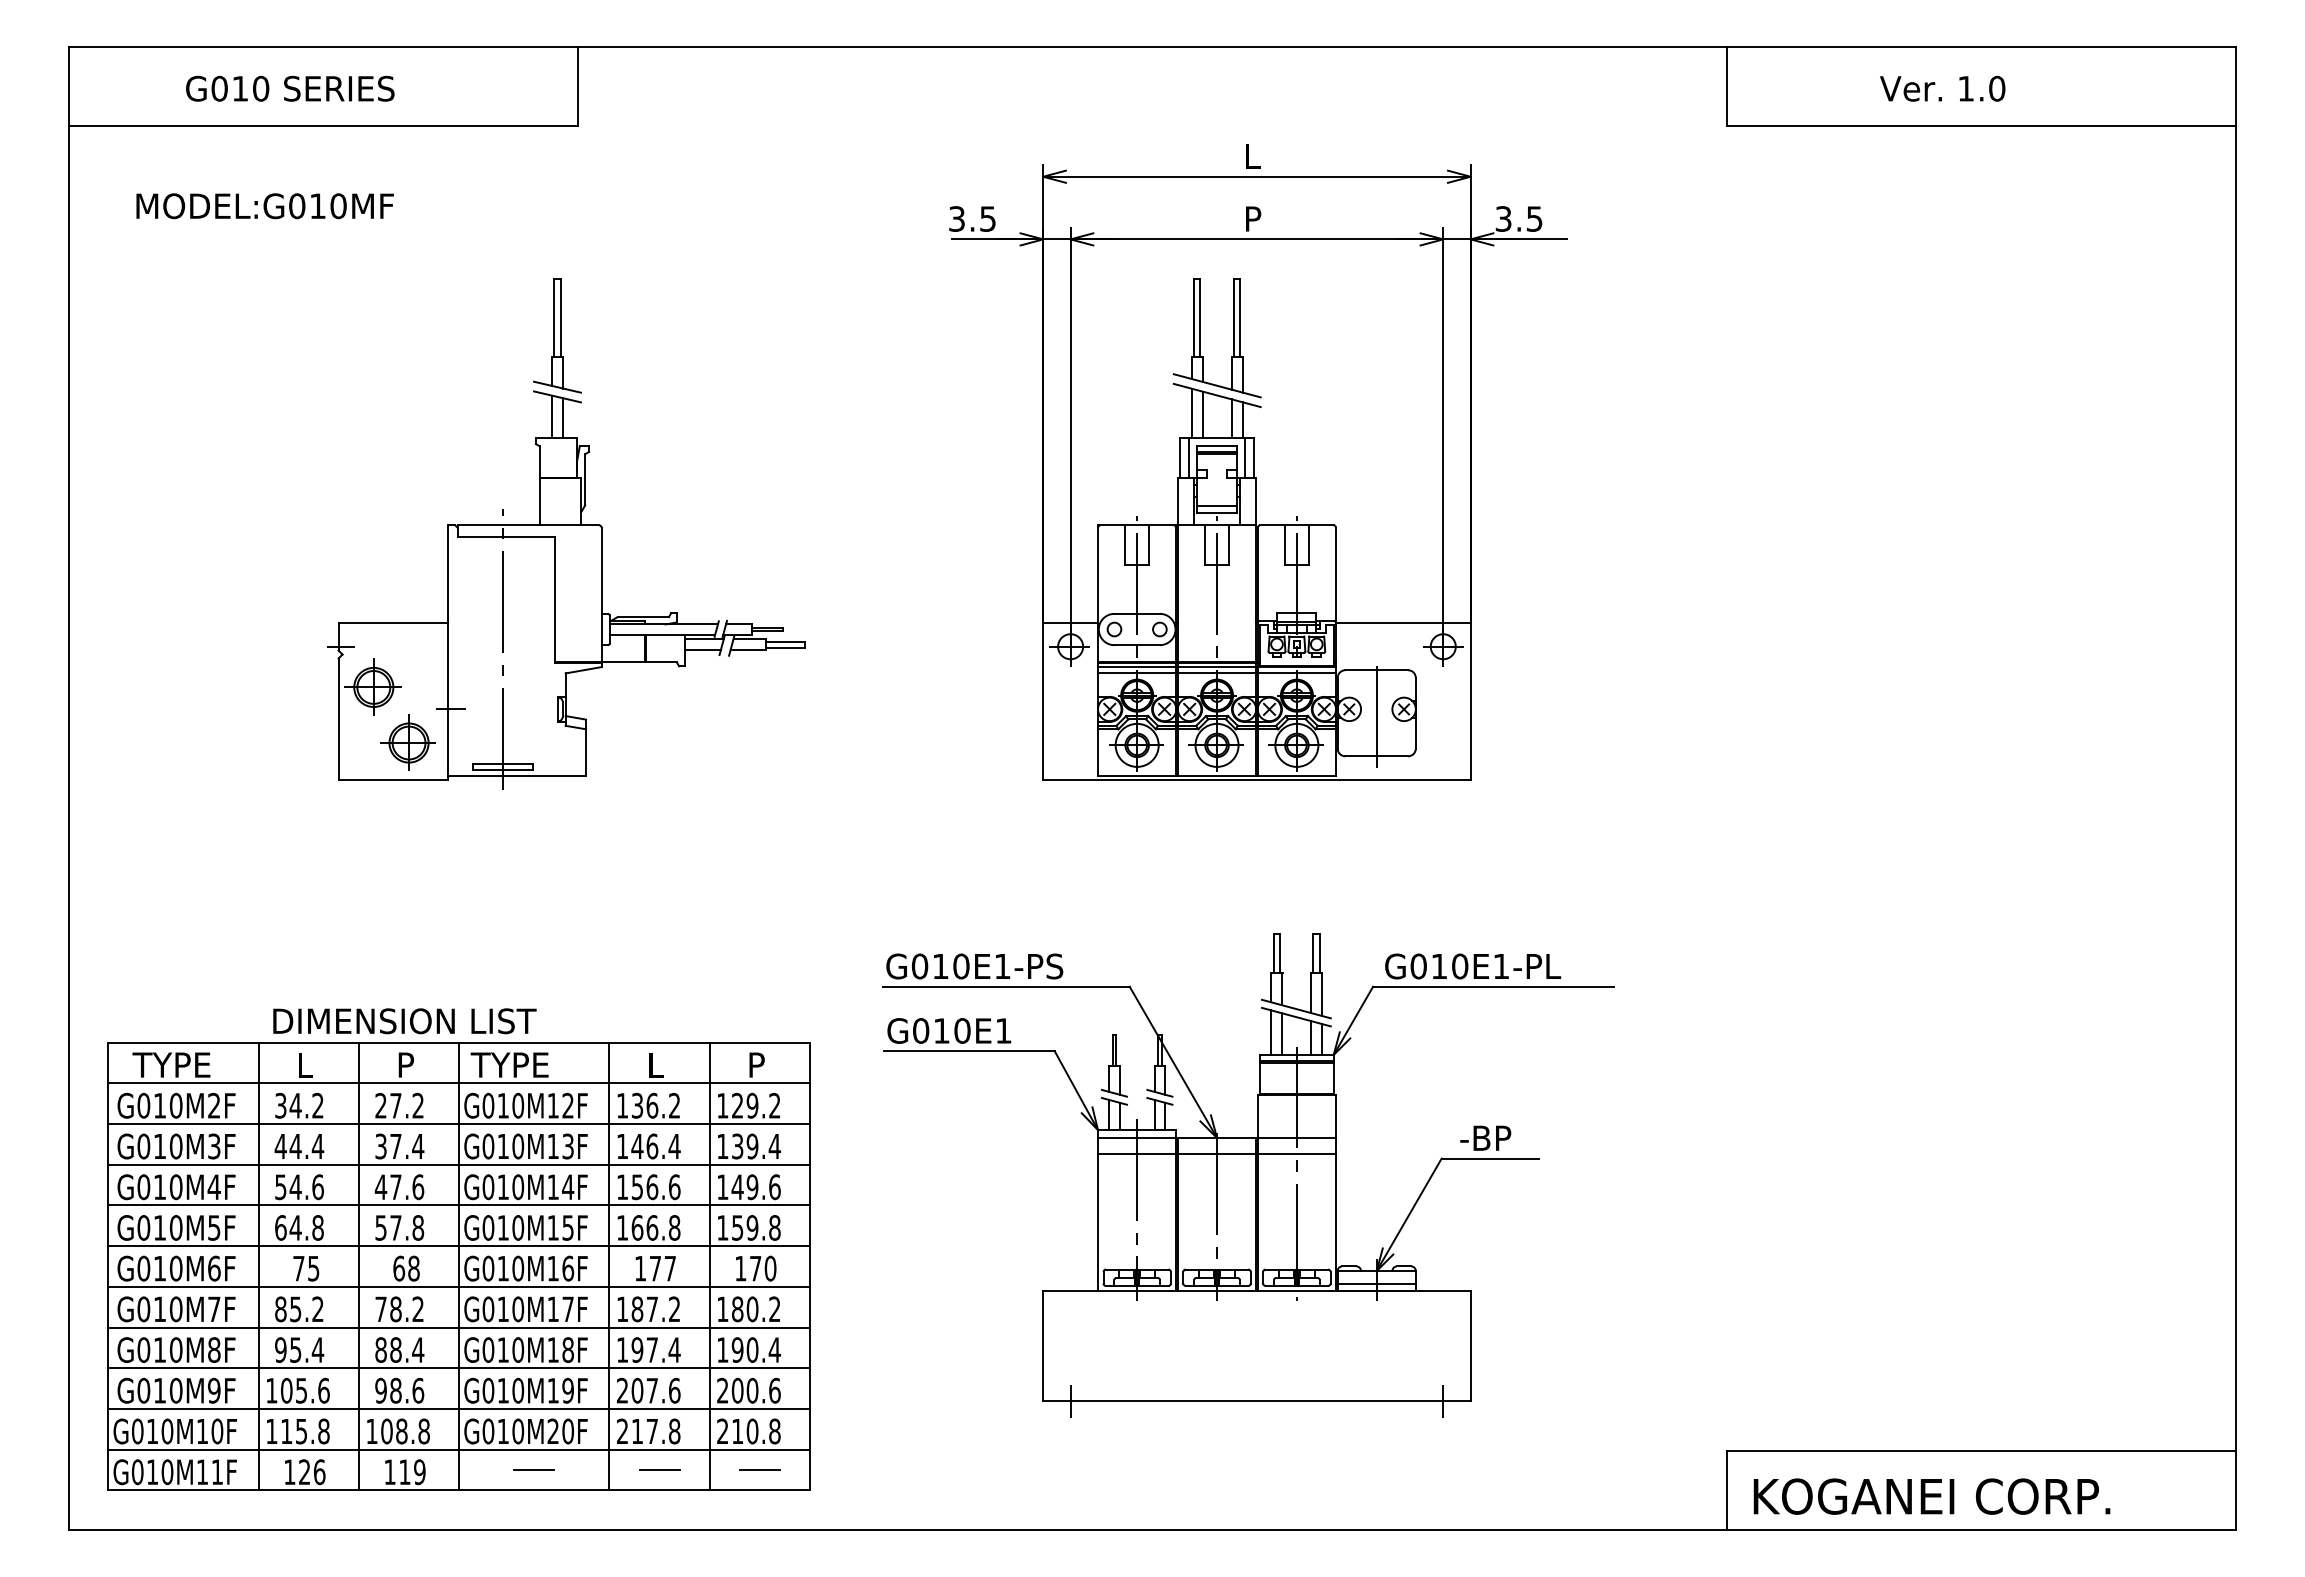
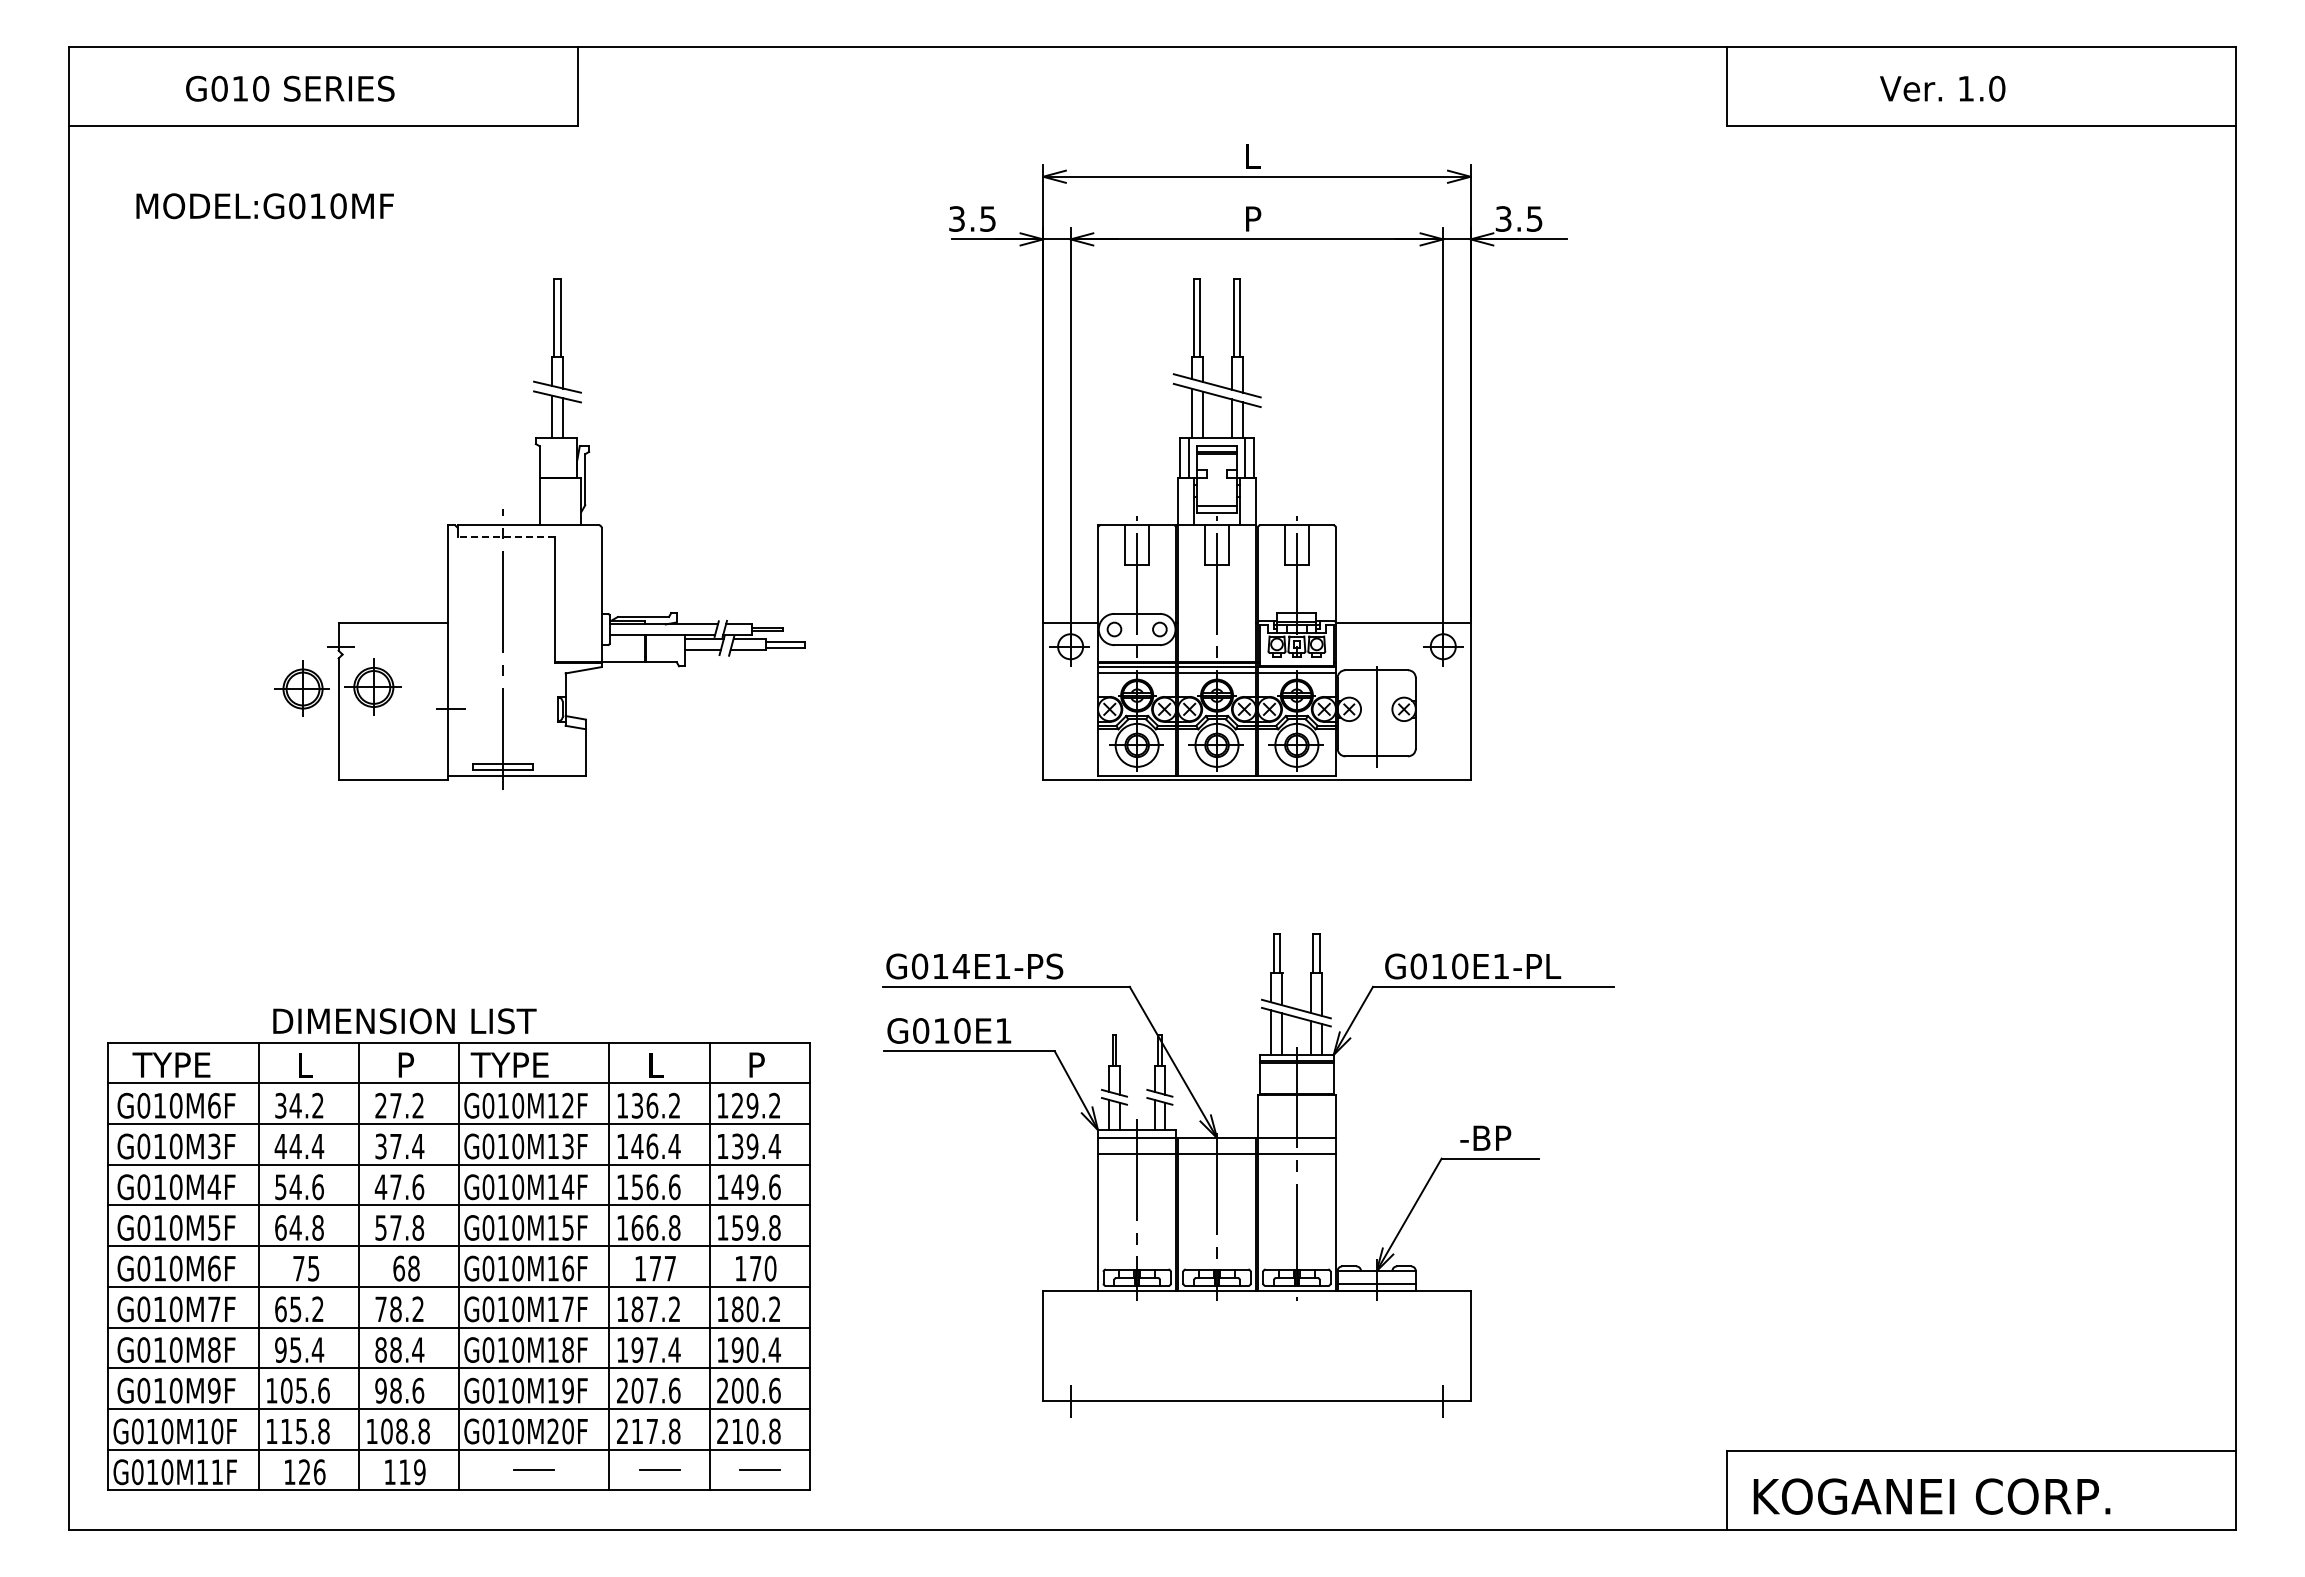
line at (506, 537): solid -> dashed
part at (407, 742) position: (407, 742) -> (301, 688)
text at (960, 966): G010E1-PS -> G014E1-PS
text at (214, 1105): G010M2F -> G010M6F
text at (280, 1309): 85.2 -> 65.2
